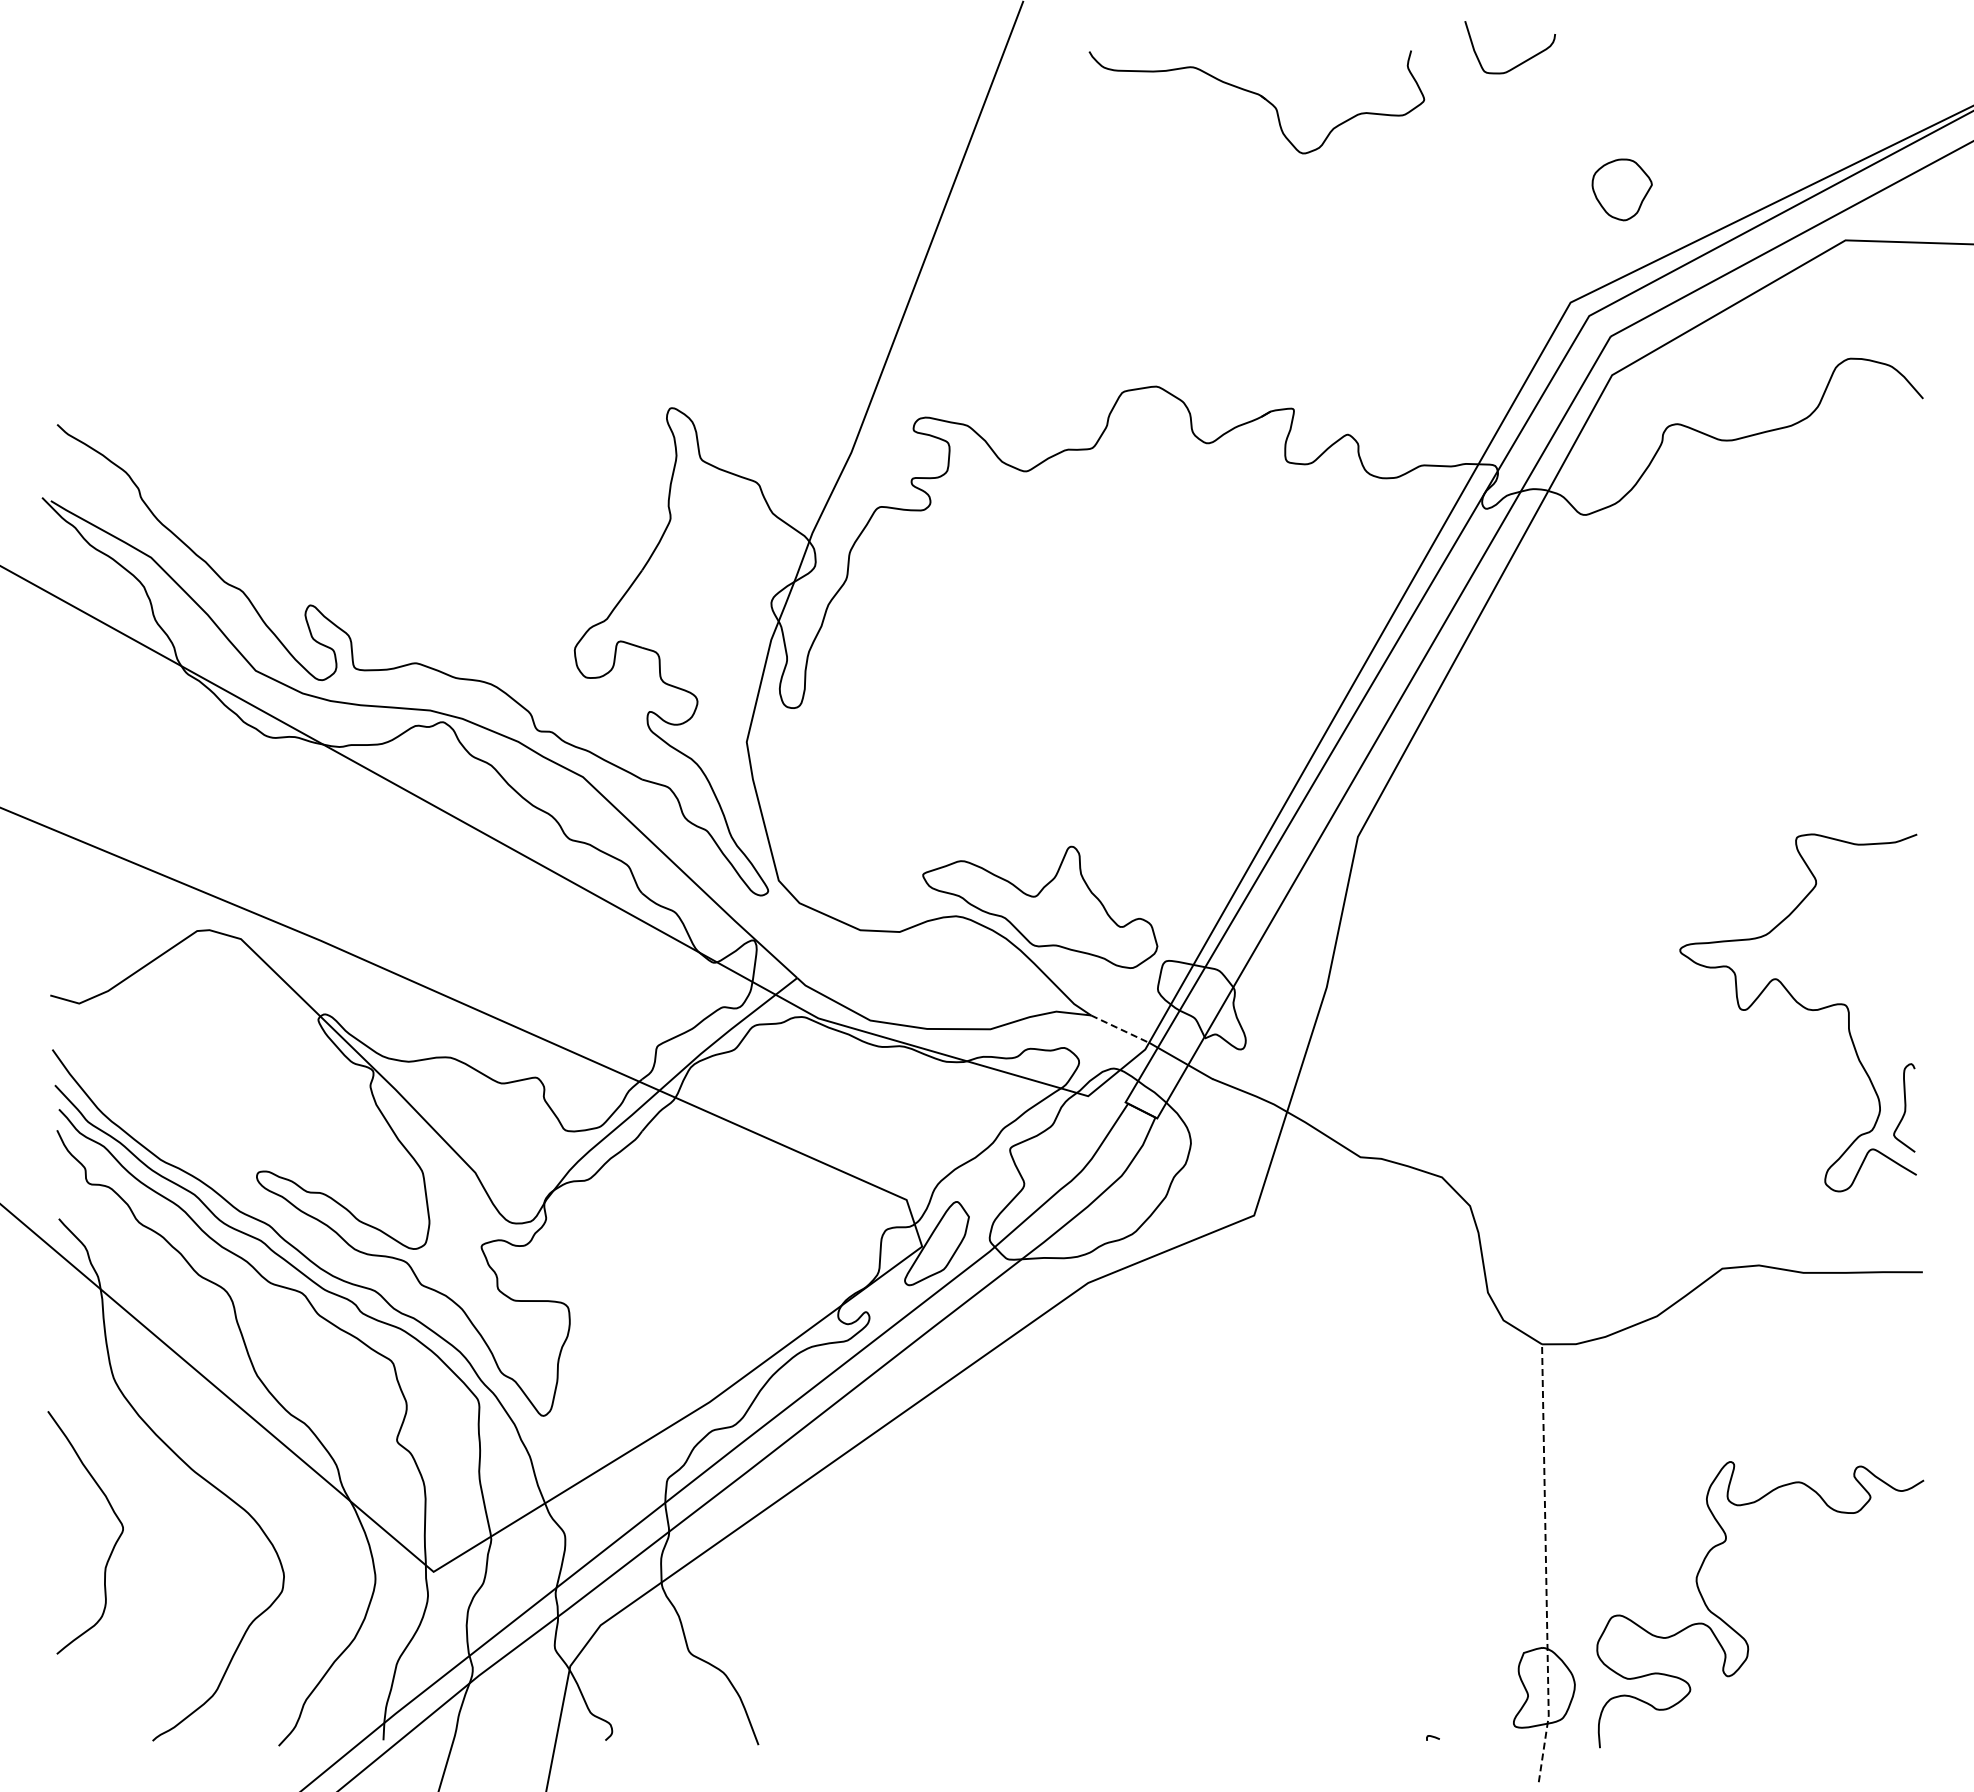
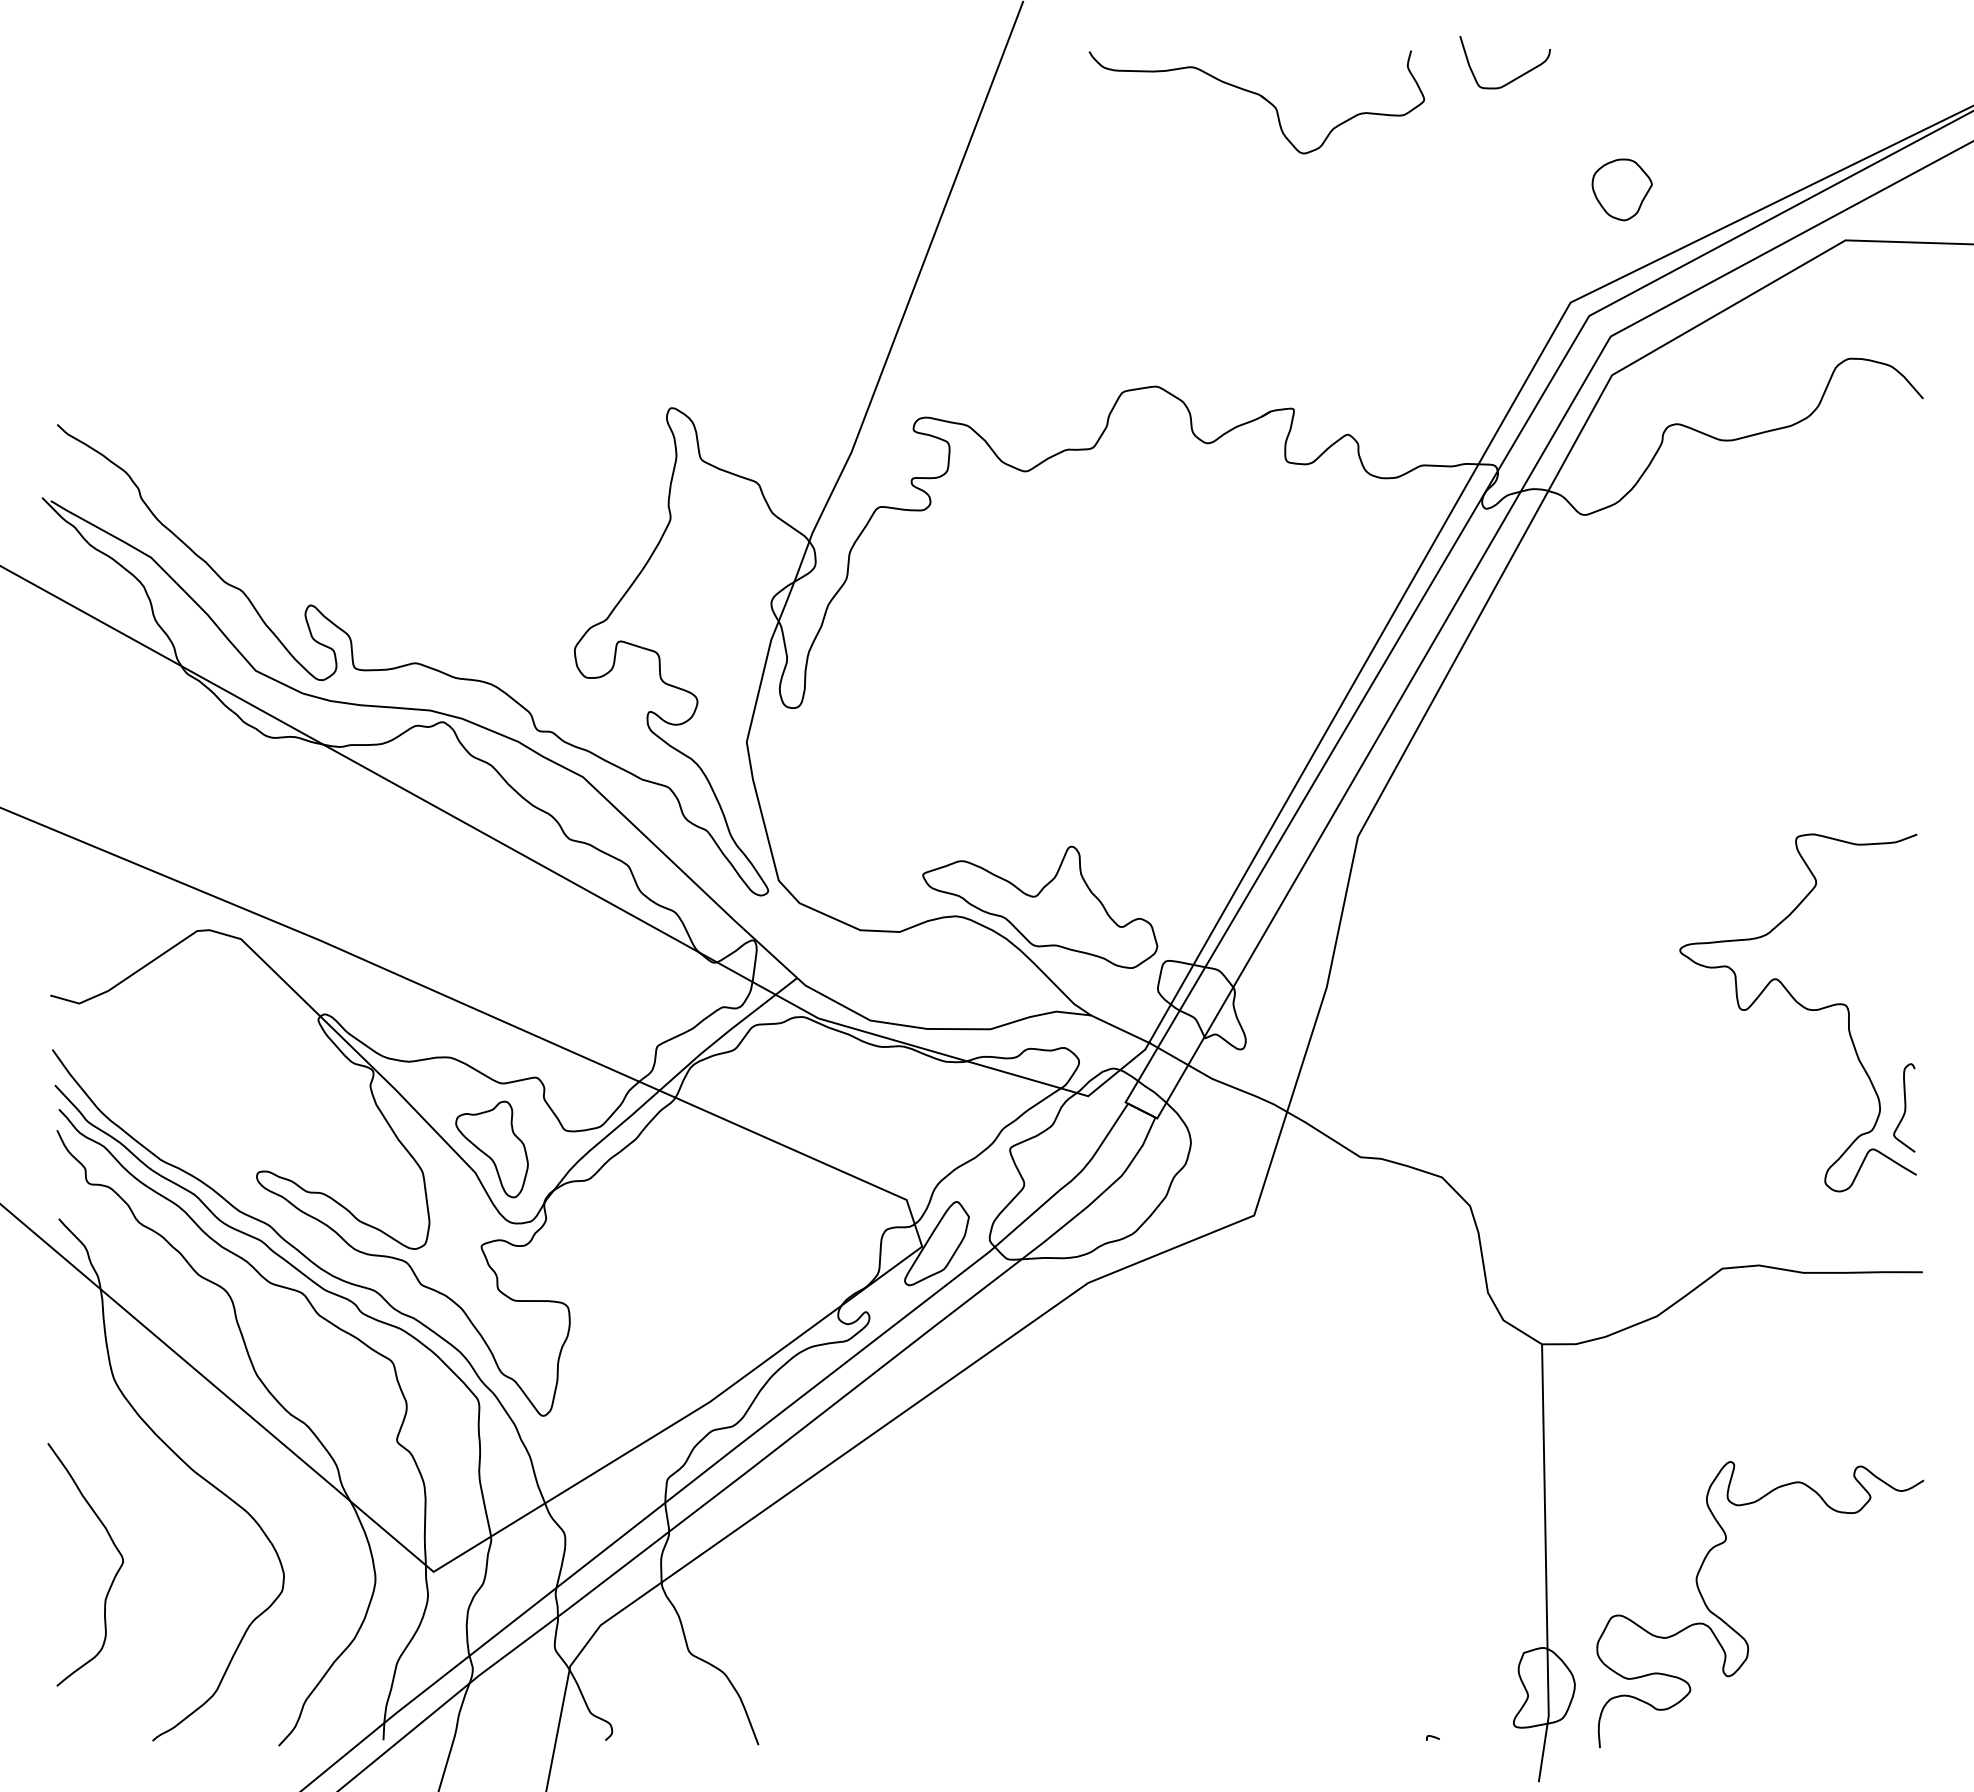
curve at (1519, 63) position: (1519, 63) -> (1514, 78)
line at (1120, 1029): dashed -> solid
part at (491, 1149): none -> present
curve at (113, 1545) position: (113, 1545) -> (113, 1577)
line at (1546, 1564): dashed -> solid
